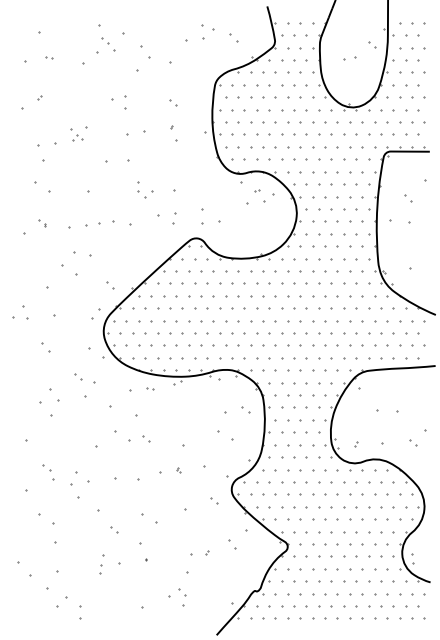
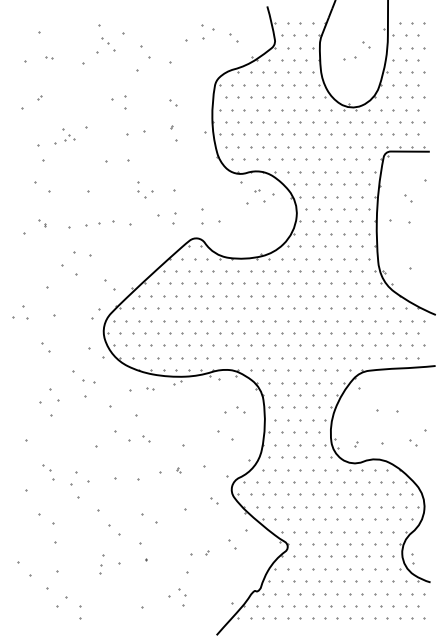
part at (372, 44) position: (372, 44) -> (366, 44)
part at (76, 134) position: (76, 134) -> (68, 134)
part at (110, 285) size: 9x9 px -> 12x12 px
part at (78, 376) size: 9x8 px -> 13x12 px
part at (245, 409) position: (245, 409) -> (240, 409)
part at (114, 529) size: 9x8 px -> 13x12 px
